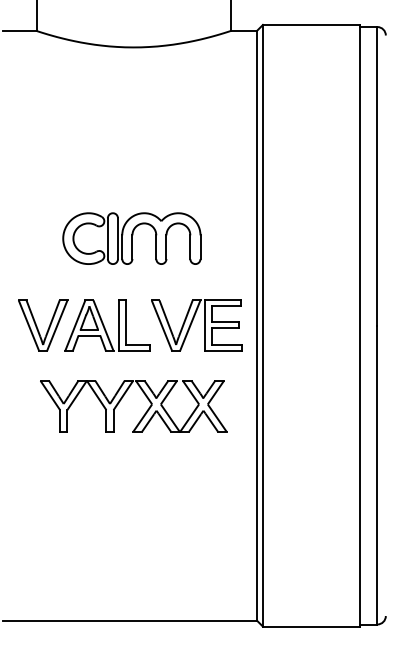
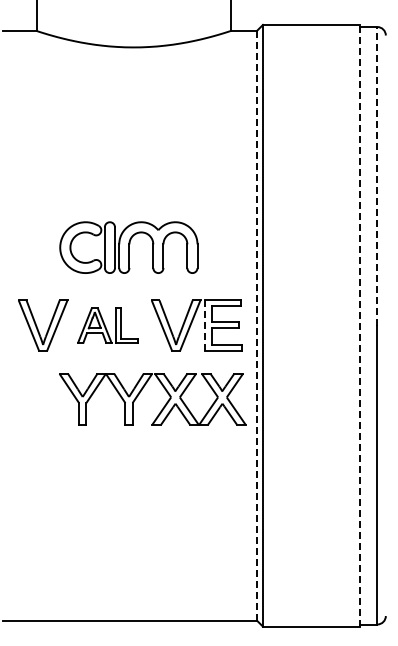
line at (377, 175): solid -> dashed
part at (131, 238) position: (131, 238) -> (128, 247)
part at (107, 325) size: 87x53 px -> 62x37 px
line at (205, 325): solid -> dashed
line at (257, 325): solid -> dashed
line at (360, 325): solid -> dashed
part at (144, 413) position: (144, 413) -> (163, 406)
